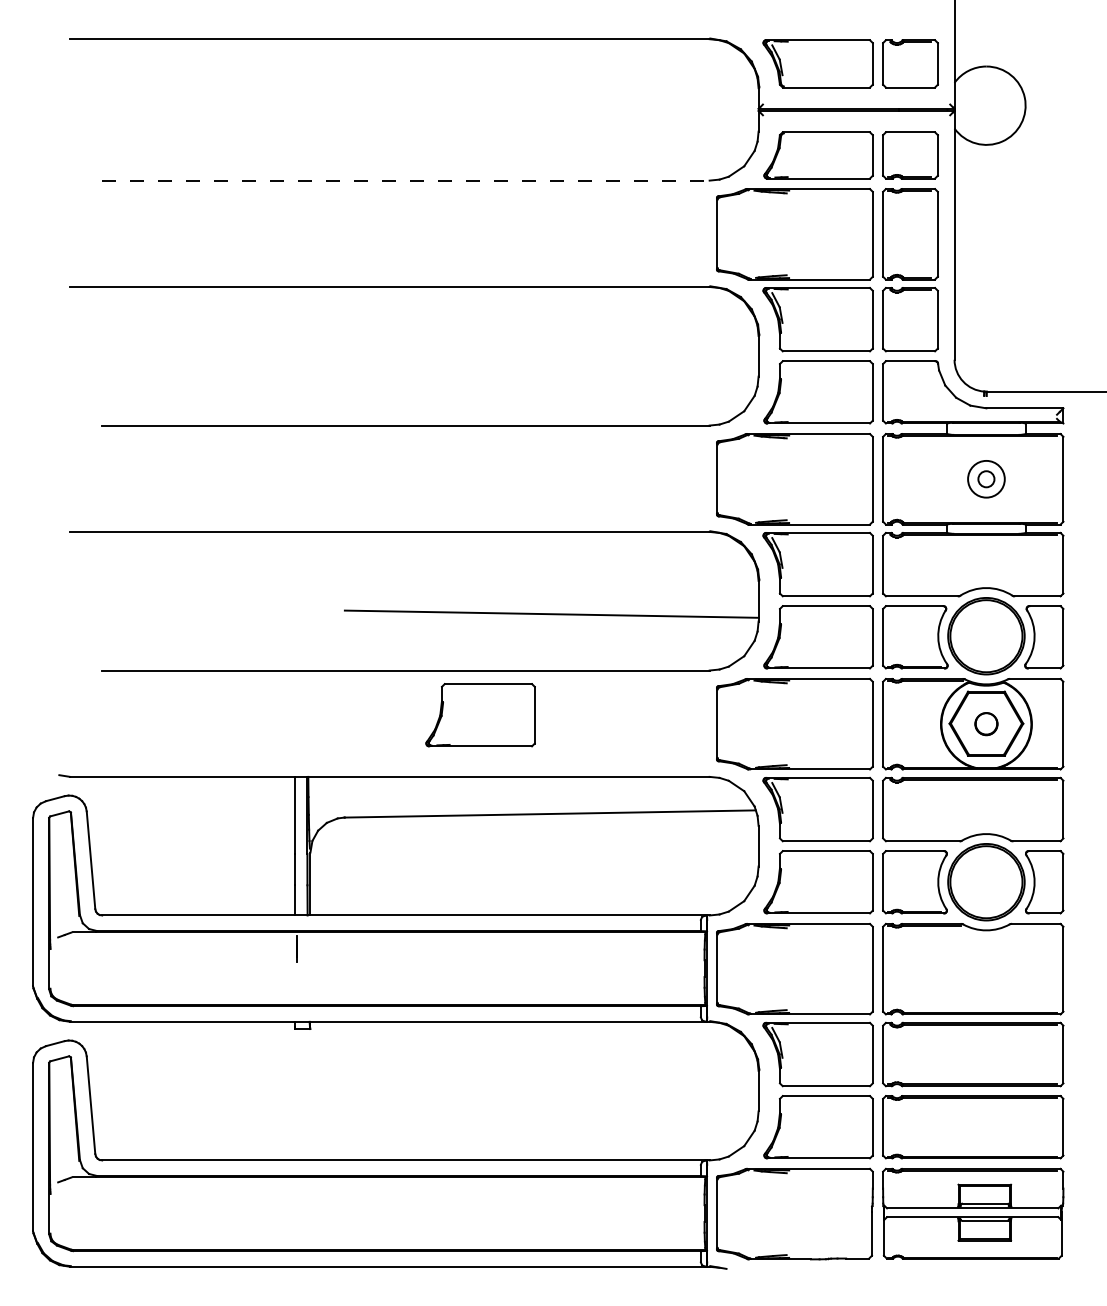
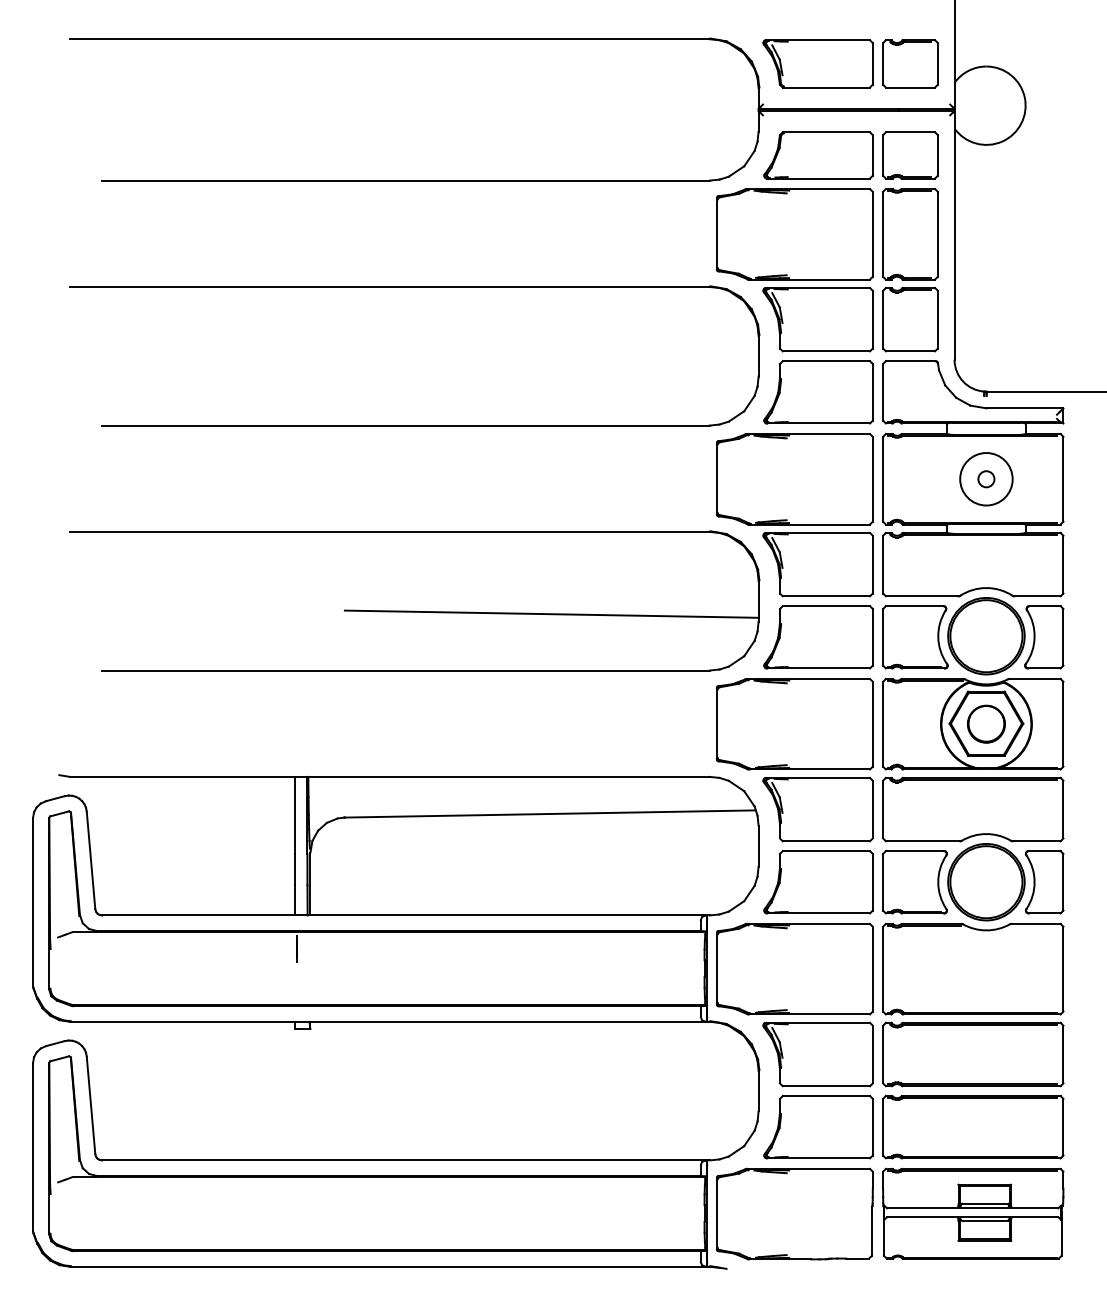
line at (405, 180): dashed -> solid
circle at (986, 478) diameter: 37 px -> 52 px
part at (480, 715): present -> none
circle at (986, 724) size: 25x25 px -> 39x40 px
